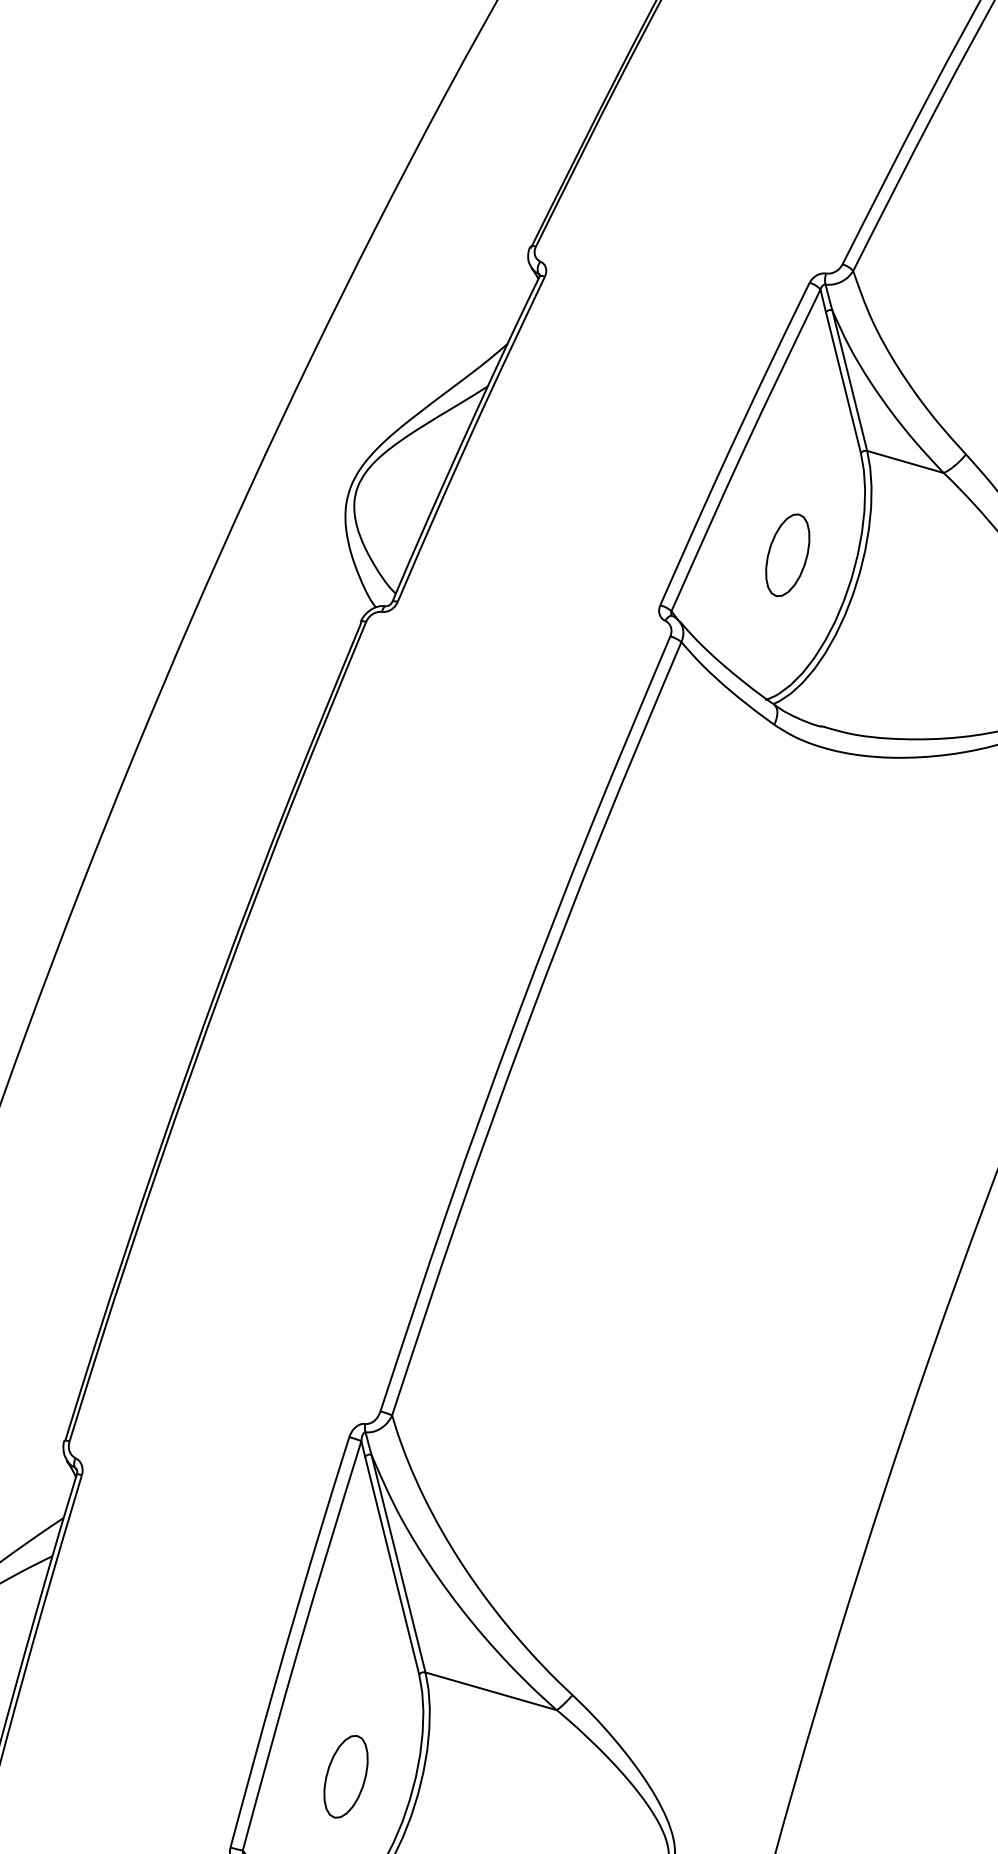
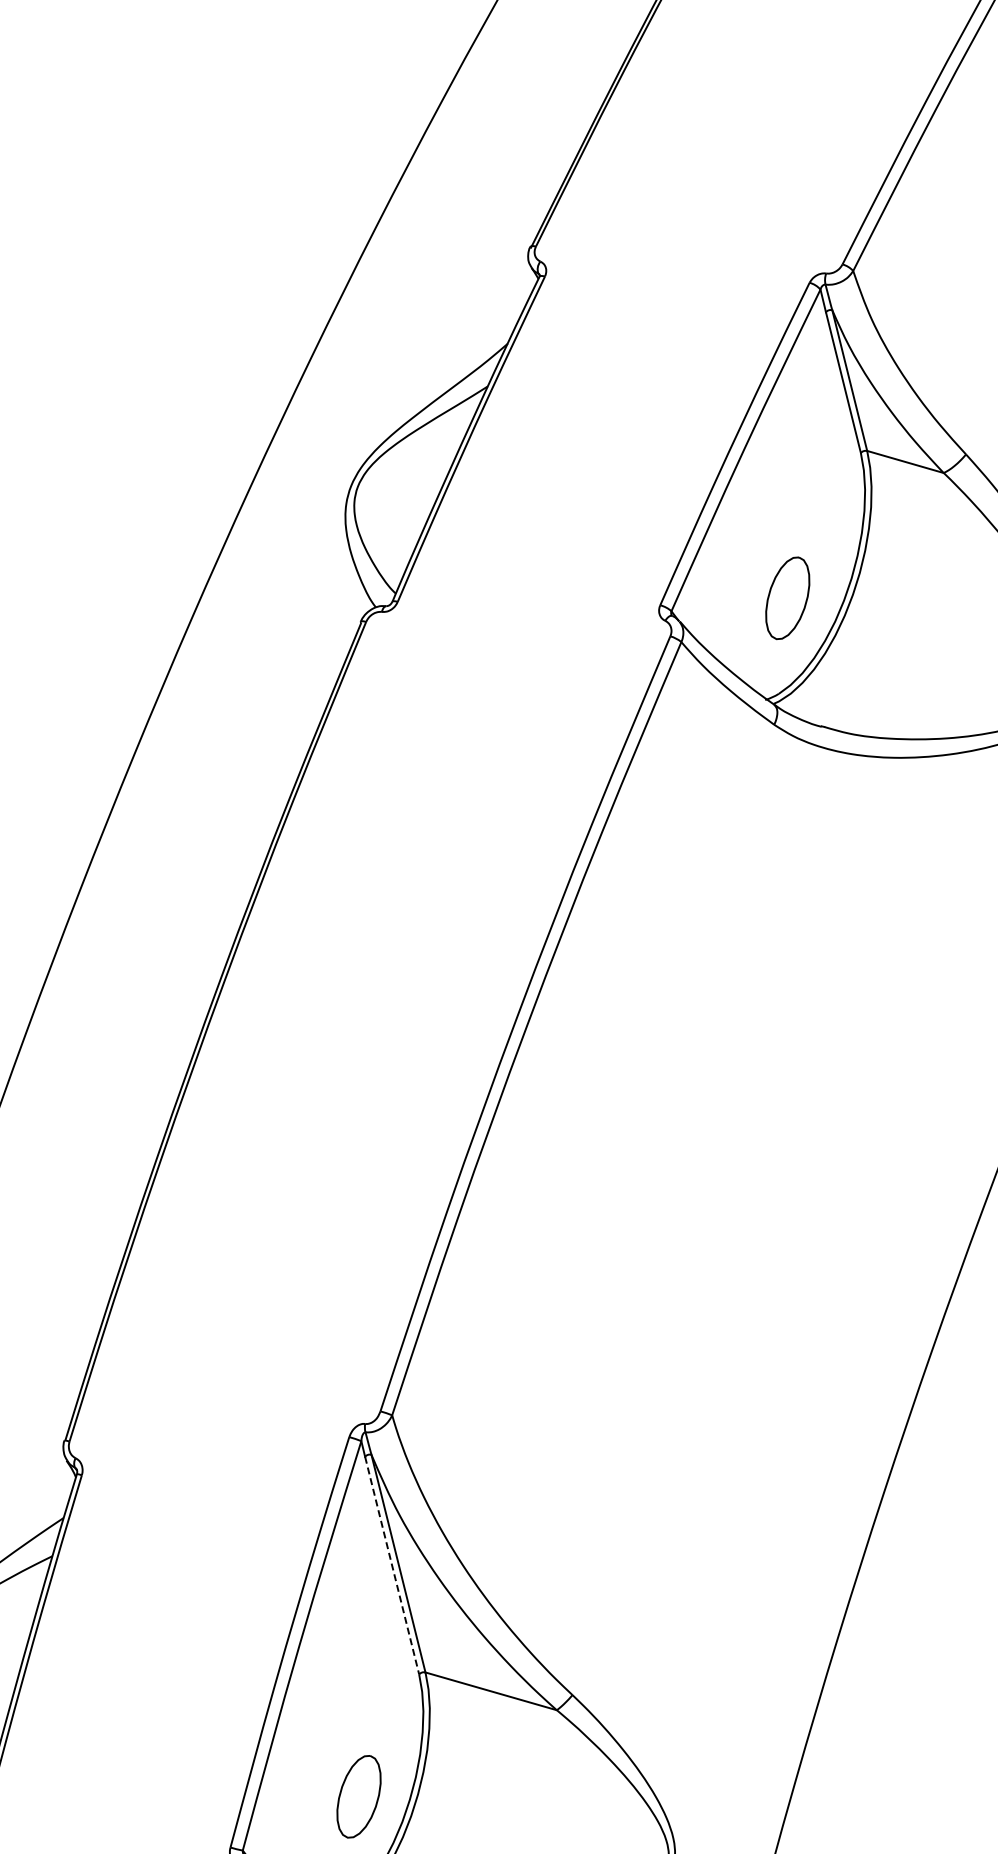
part at (787, 555) position: (787, 555) -> (787, 598)
line at (392, 1566): solid -> dashed
part at (345, 1776) position: (345, 1776) -> (358, 1796)
